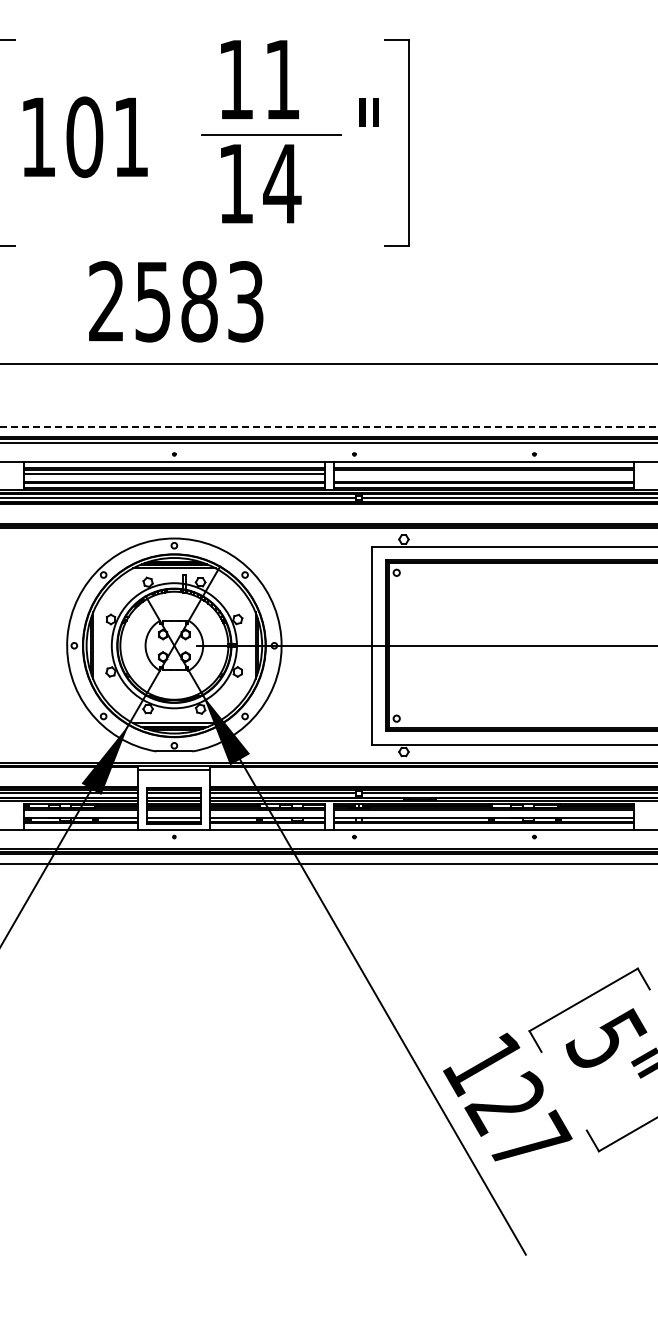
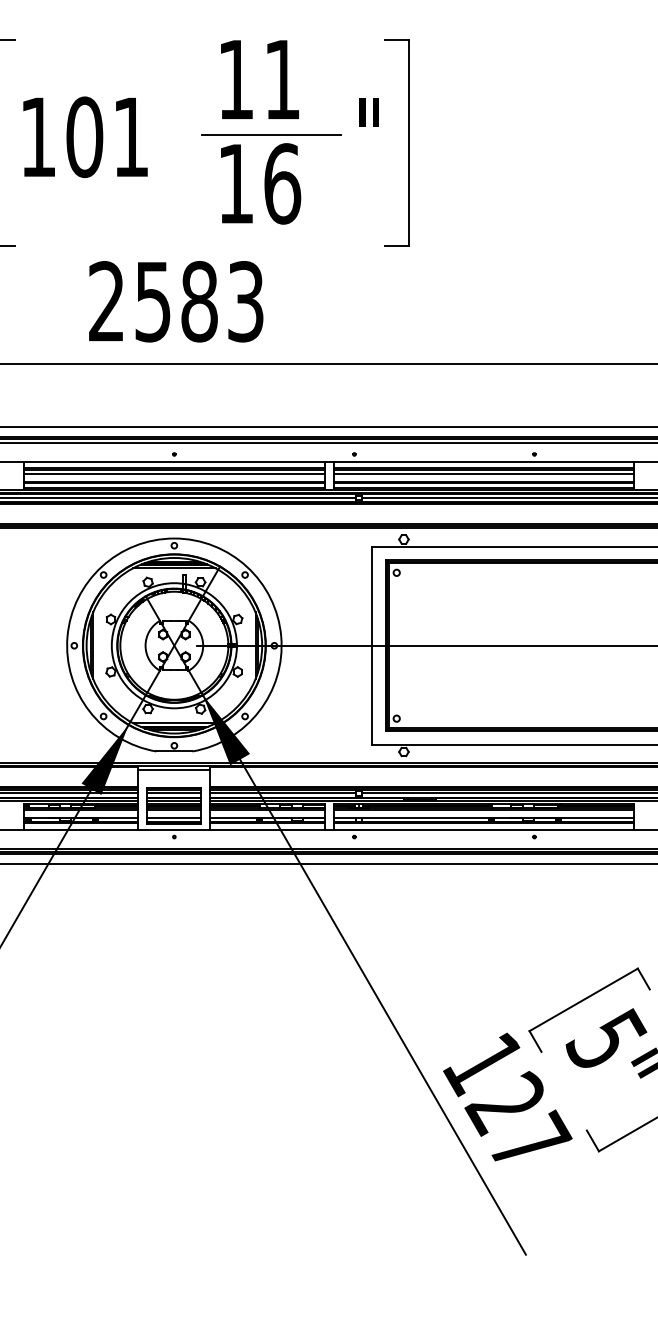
text at (282, 183): 14 -> 16
line at (329, 427): dashed -> solid
line at (483, 473): none -> present
